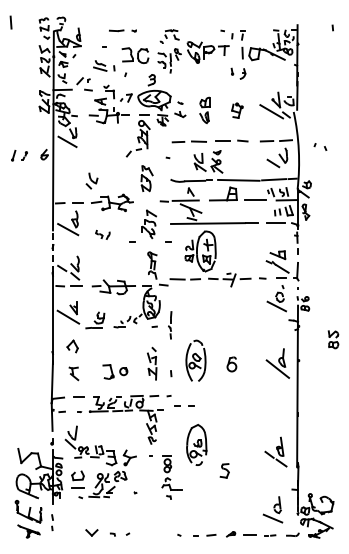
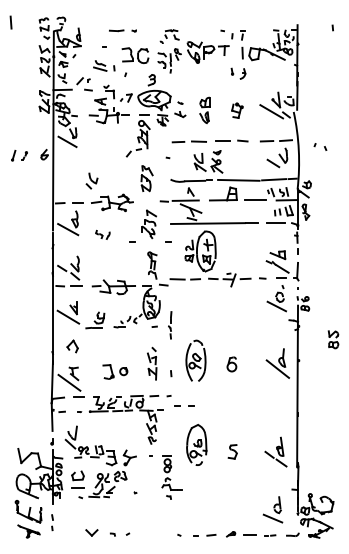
line at (52, 253): dashed -> solid
line at (69, 382): none -> present
part at (224, 470) position: (224, 470) -> (232, 451)
